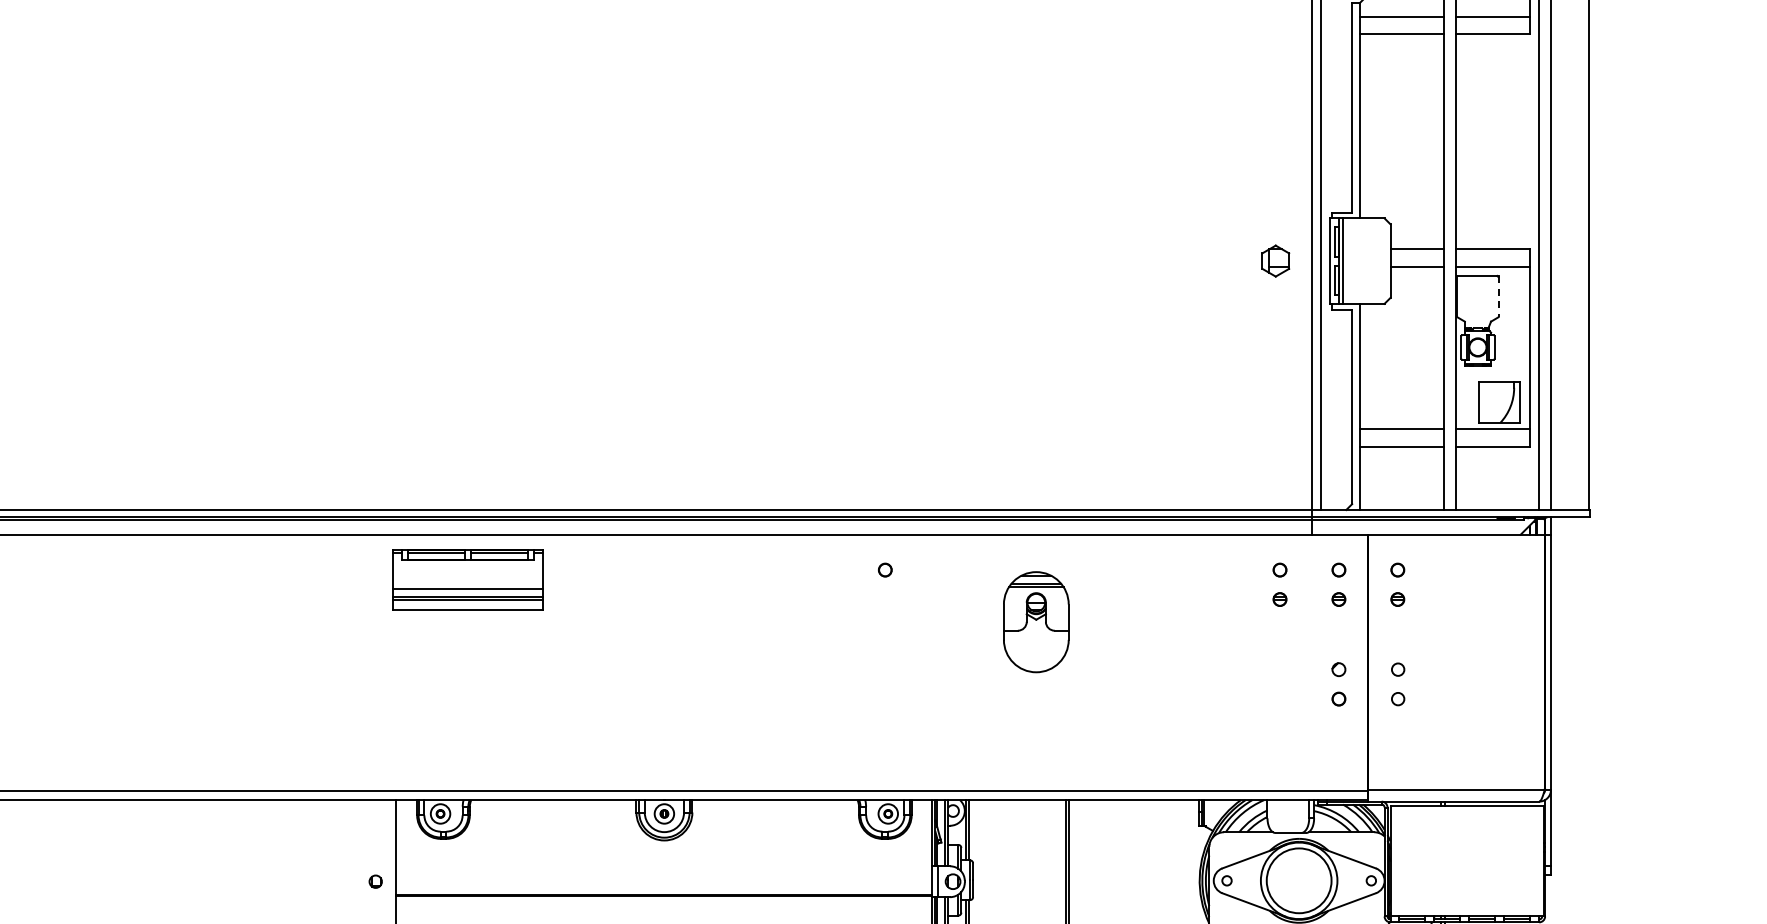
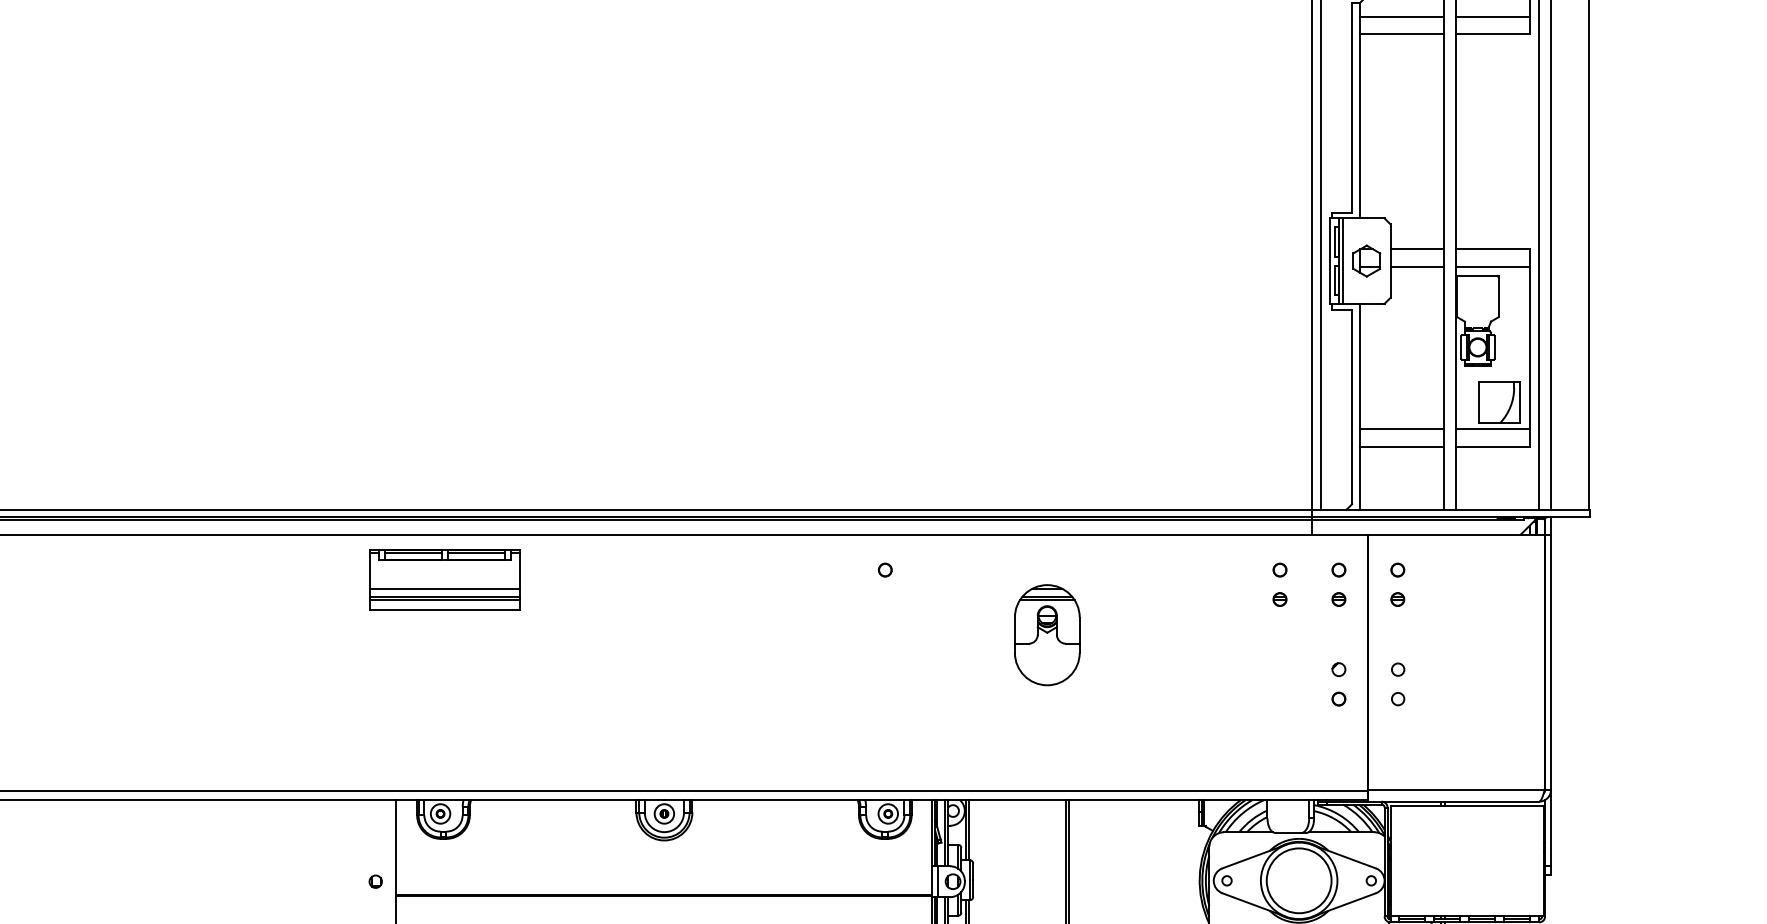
part at (1275, 260) position: (1275, 260) -> (1366, 260)
line at (1498, 296): dashed -> solid
part at (467, 579) position: (467, 579) -> (444, 579)
part at (1036, 622) position: (1036, 622) -> (1047, 635)
